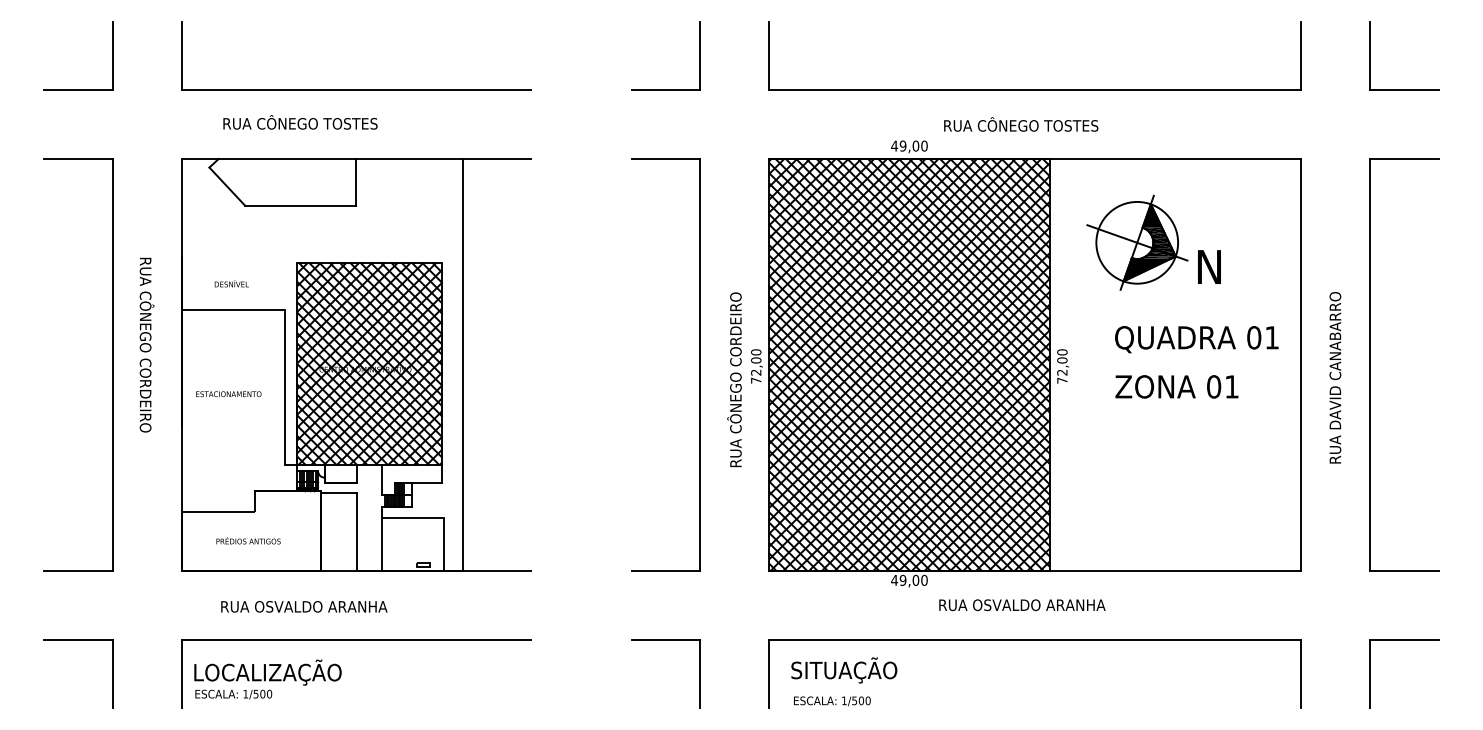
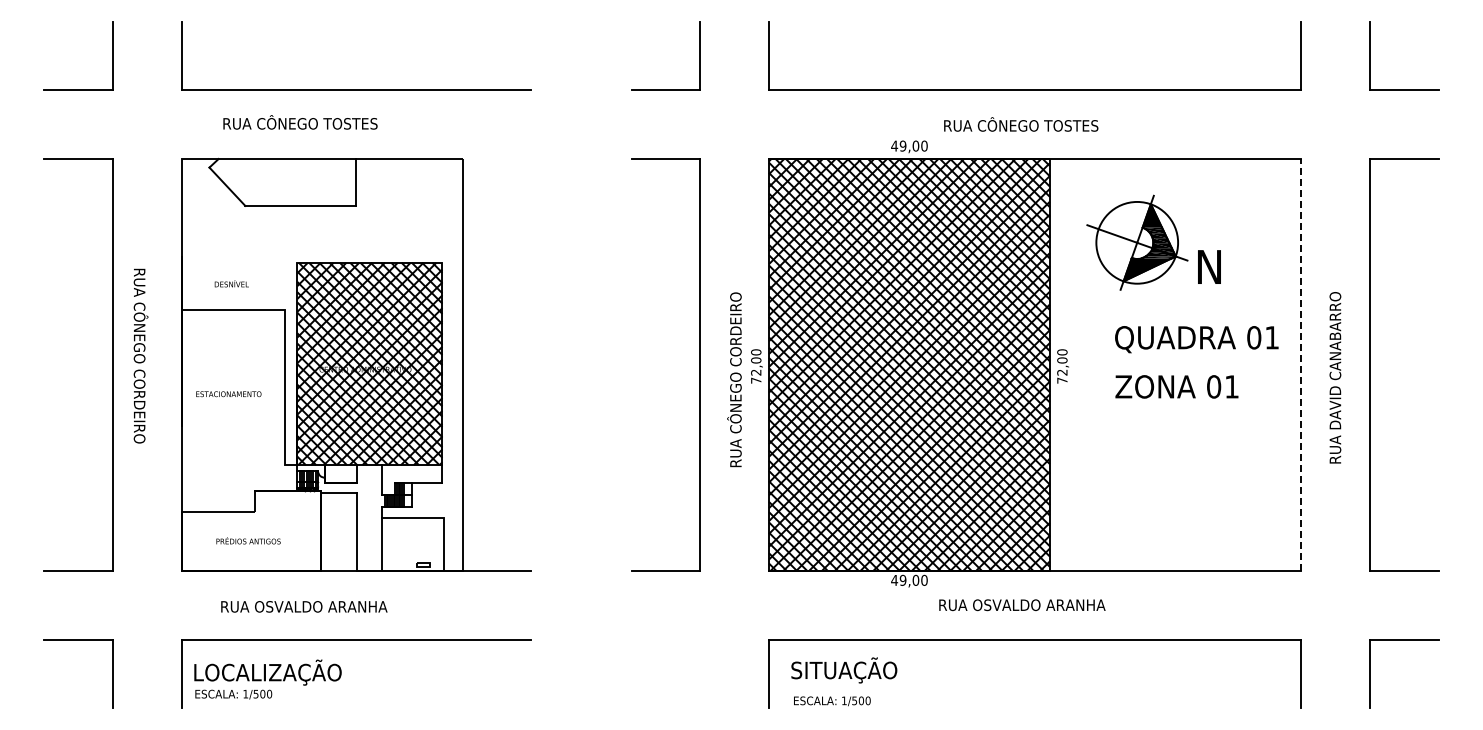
line at (496, 159): present -> none
text at (146, 344) position: (146, 344) -> (140, 355)
line at (1301, 364): solid -> dashed
part at (665, 640): present -> none
